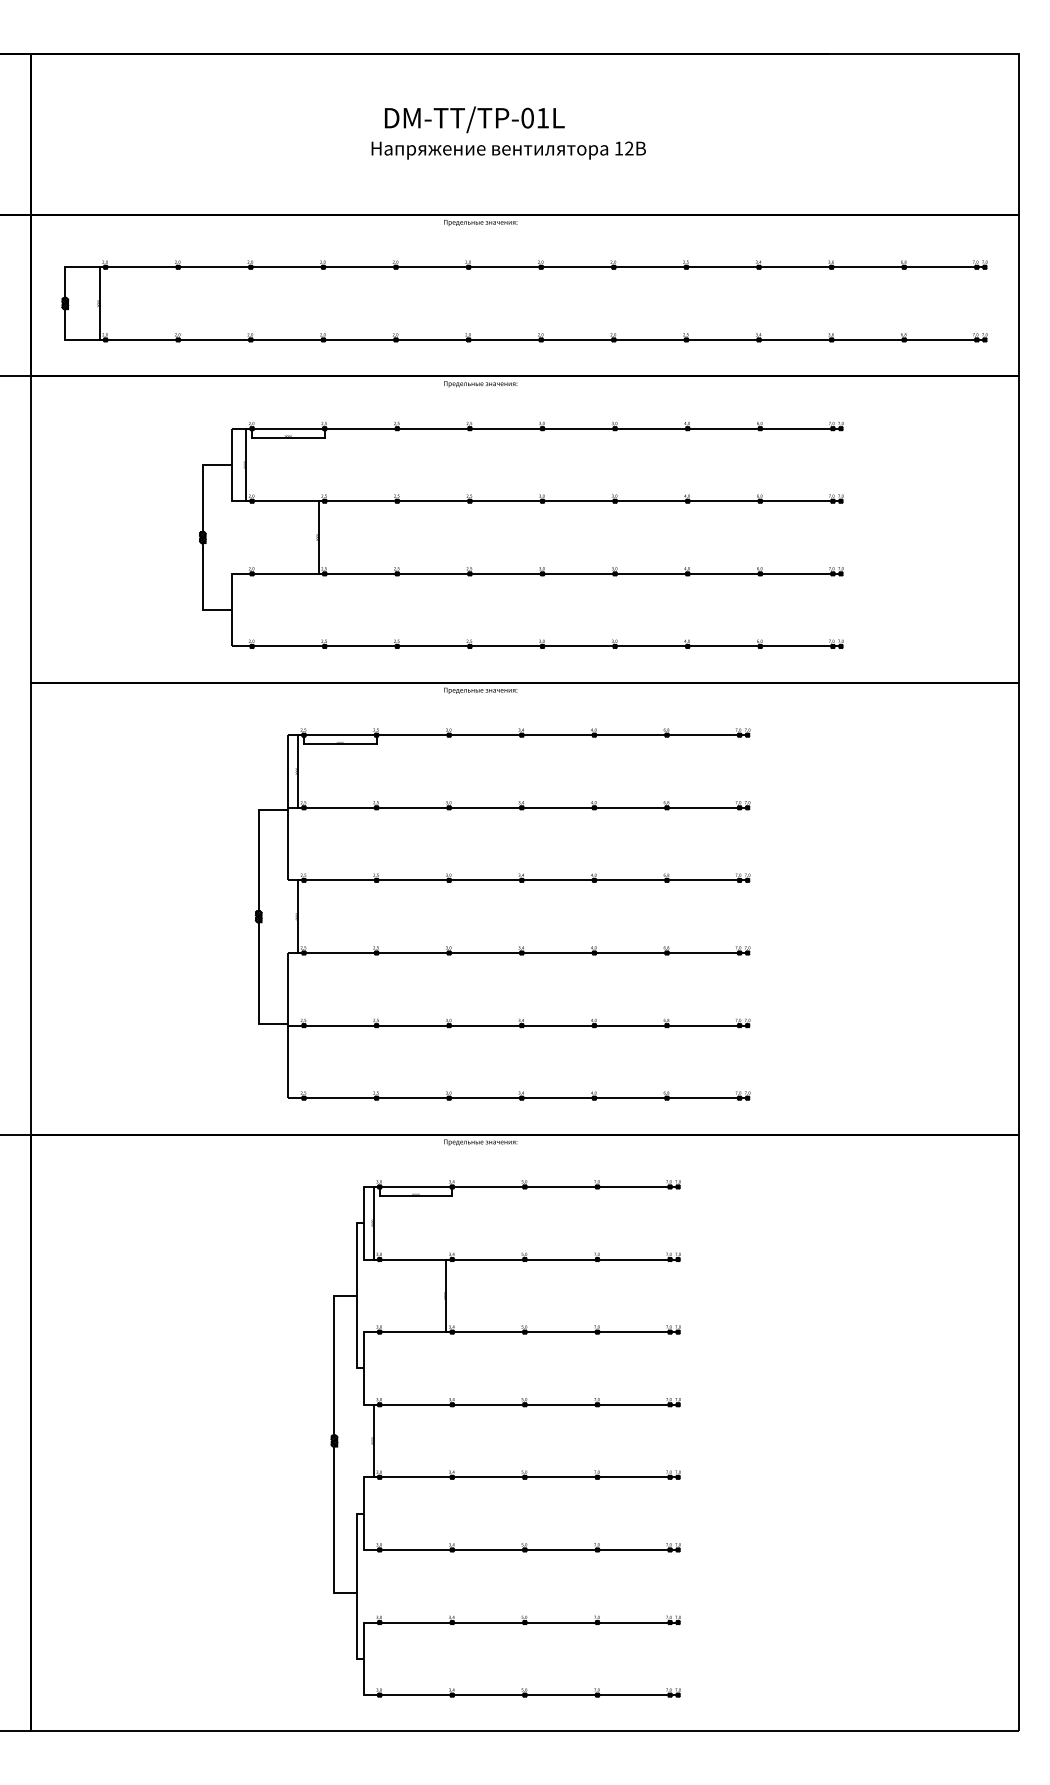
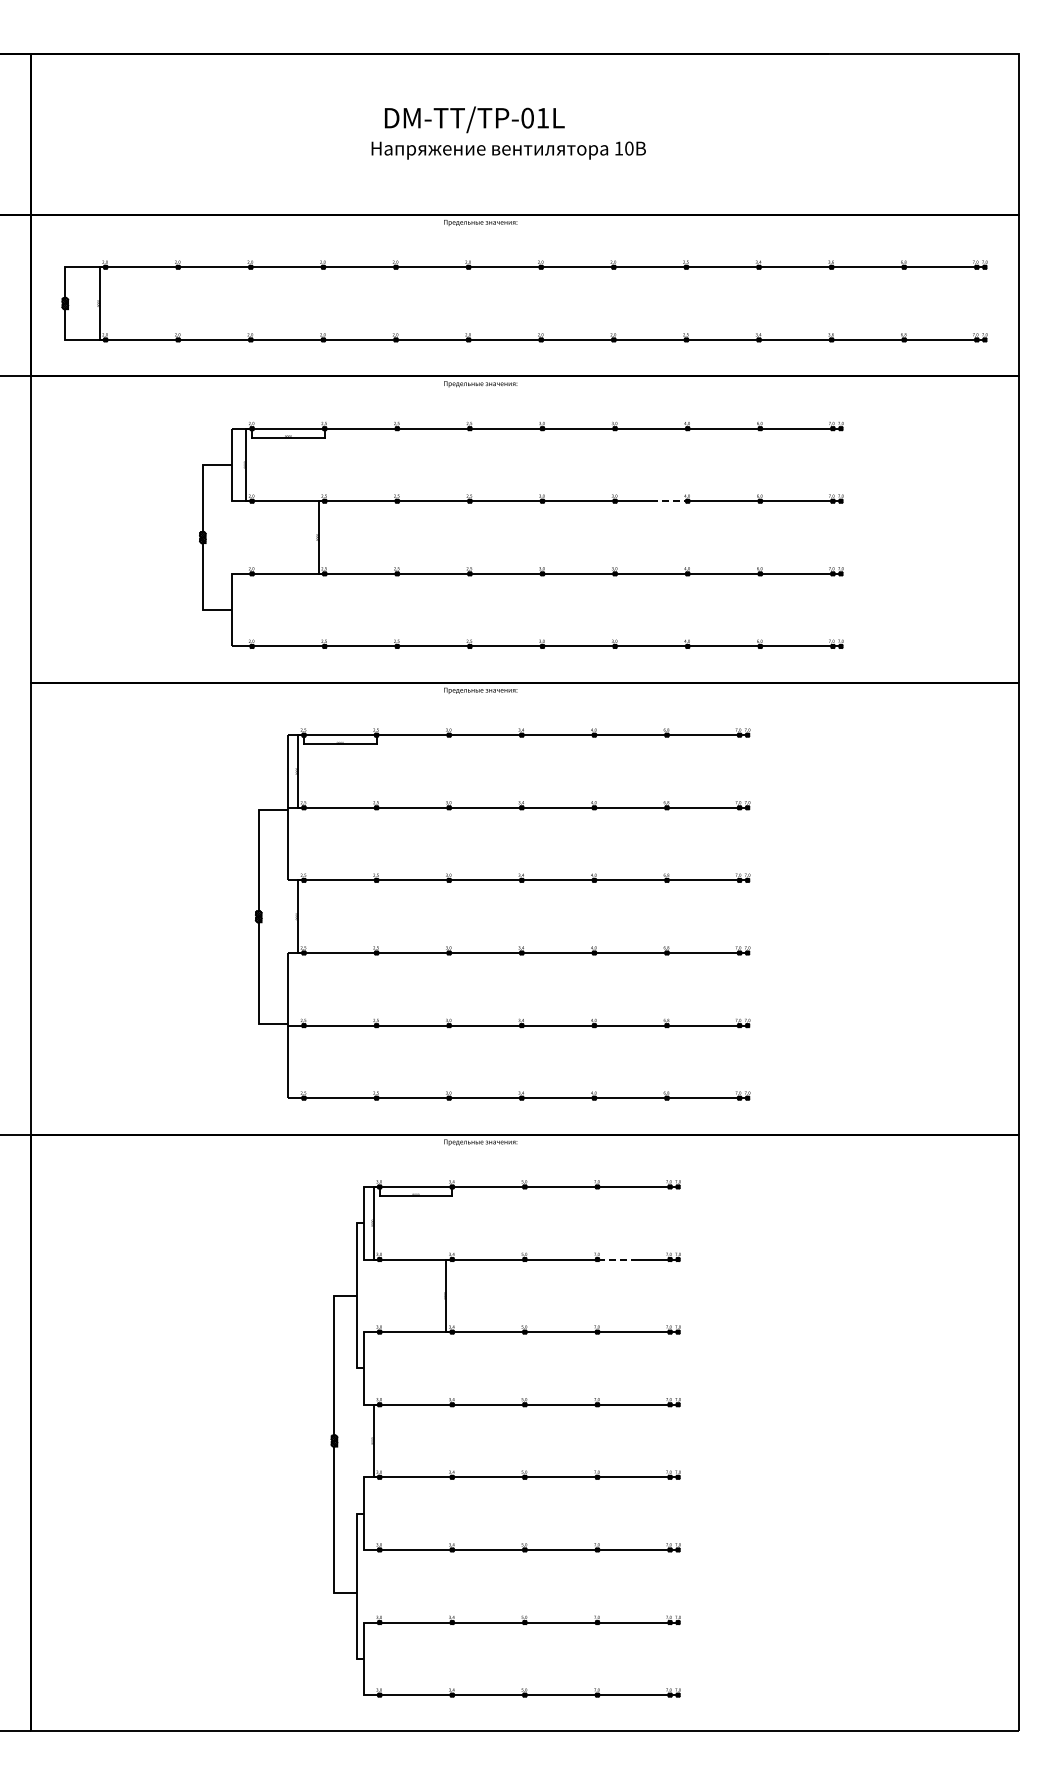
text at (629, 148): 12 -> 10
line at (670, 501): solid -> dashed
line at (616, 1259): solid -> dashed
